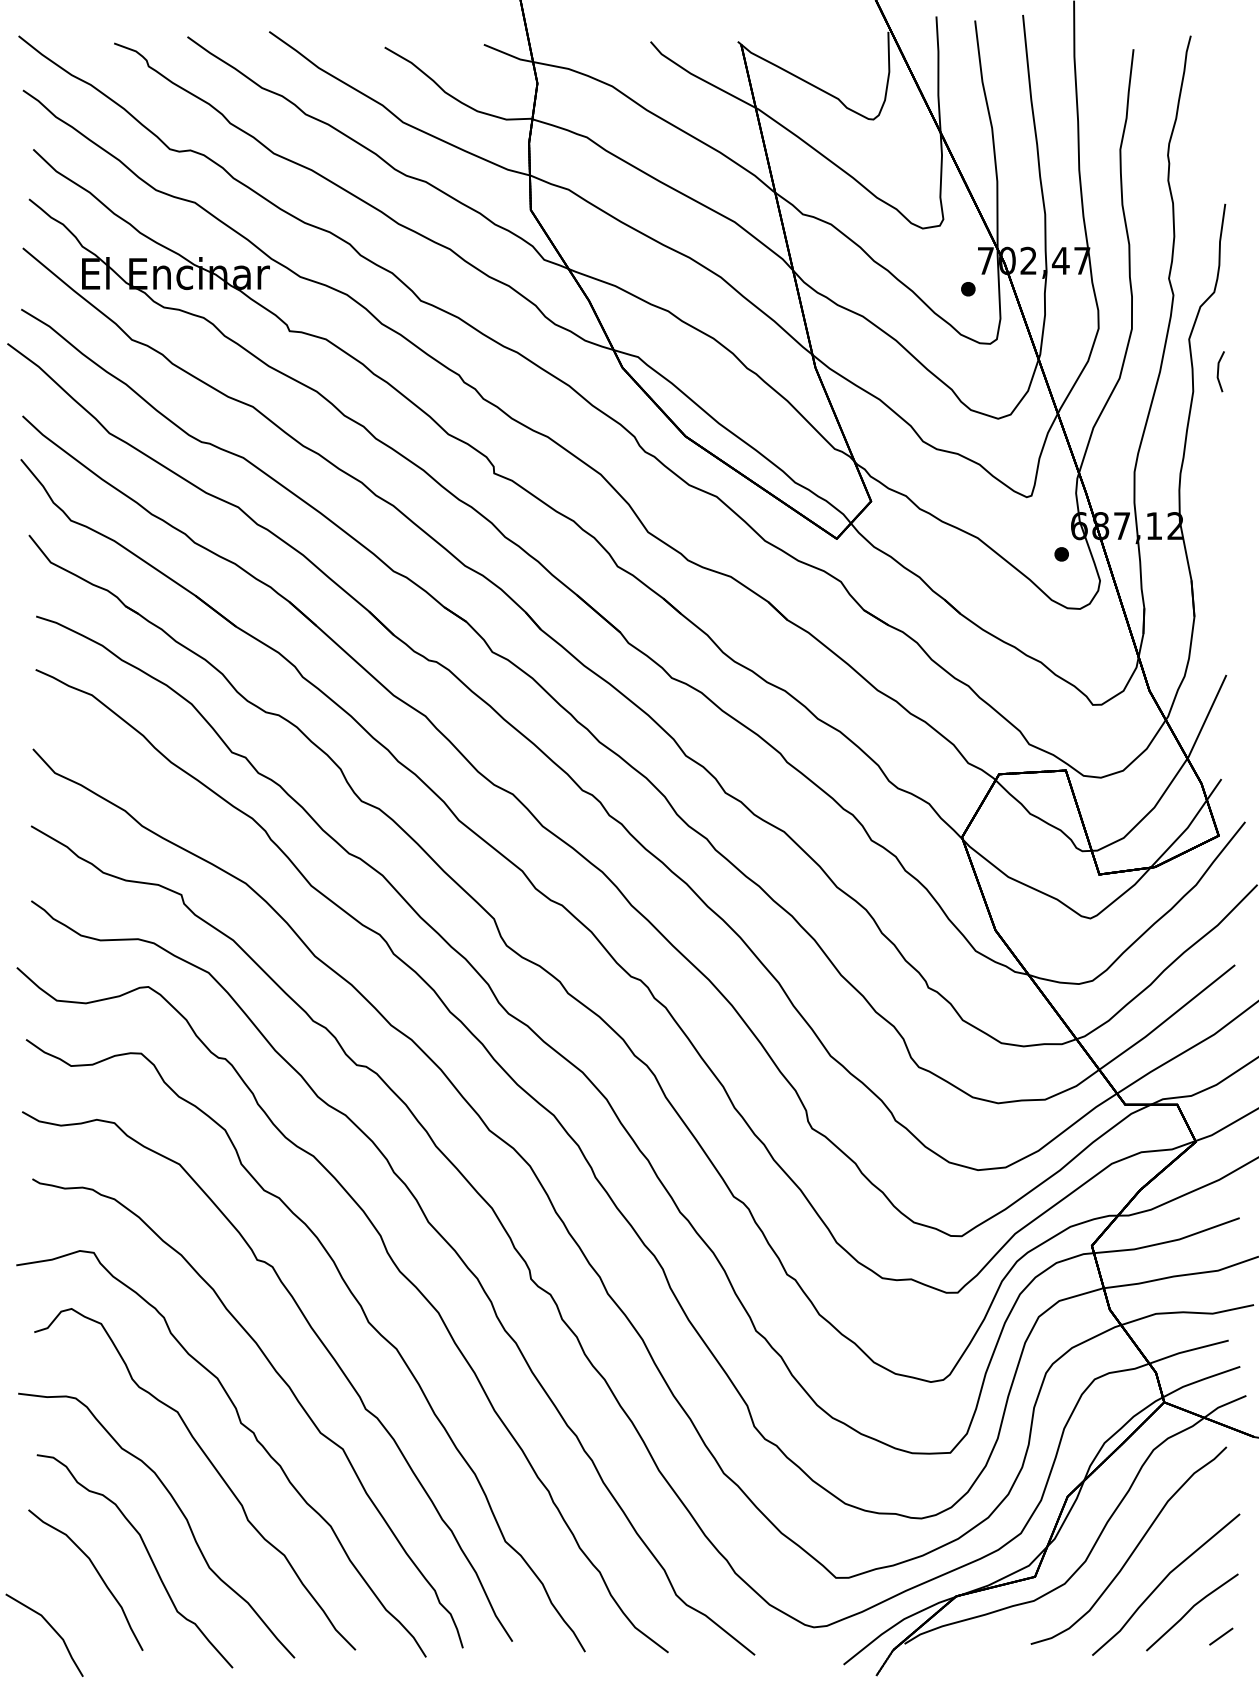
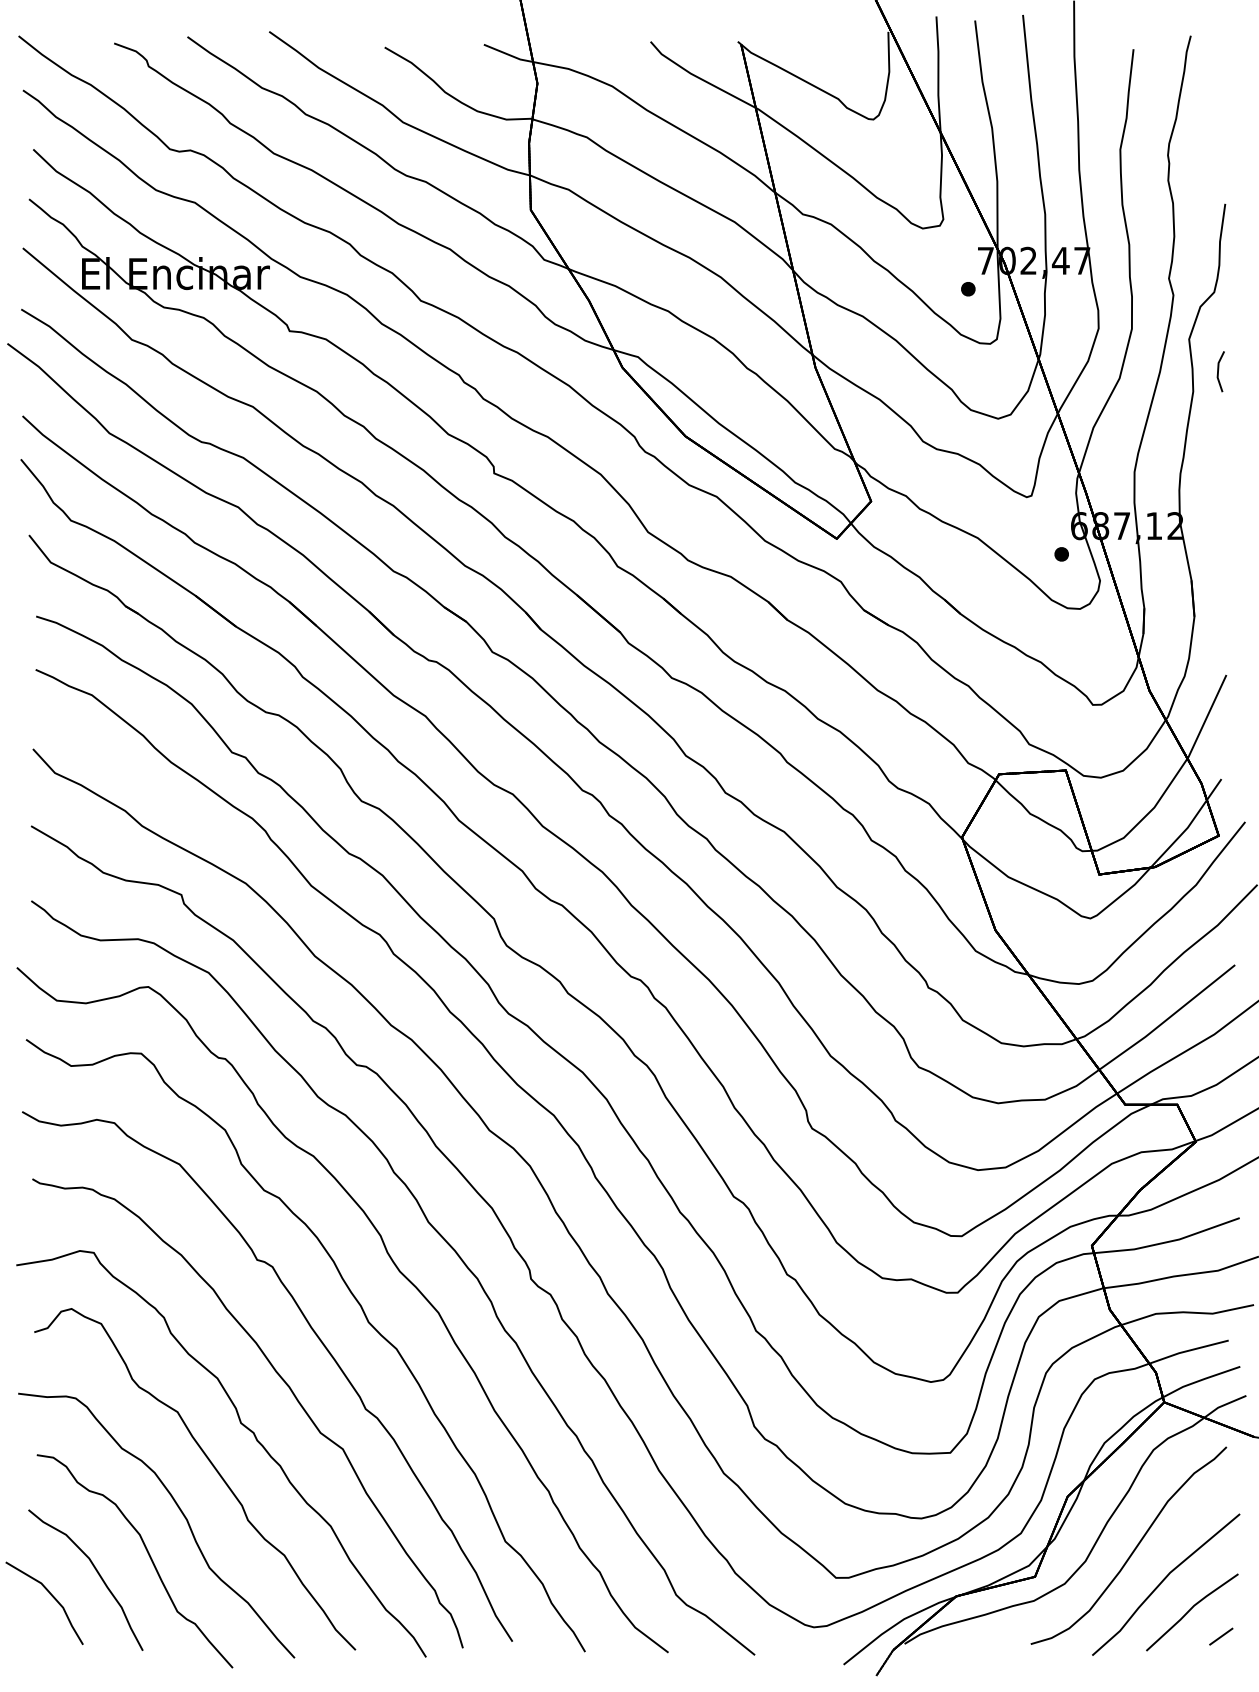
part at (50, 1627) position: (50, 1627) -> (50, 1595)
